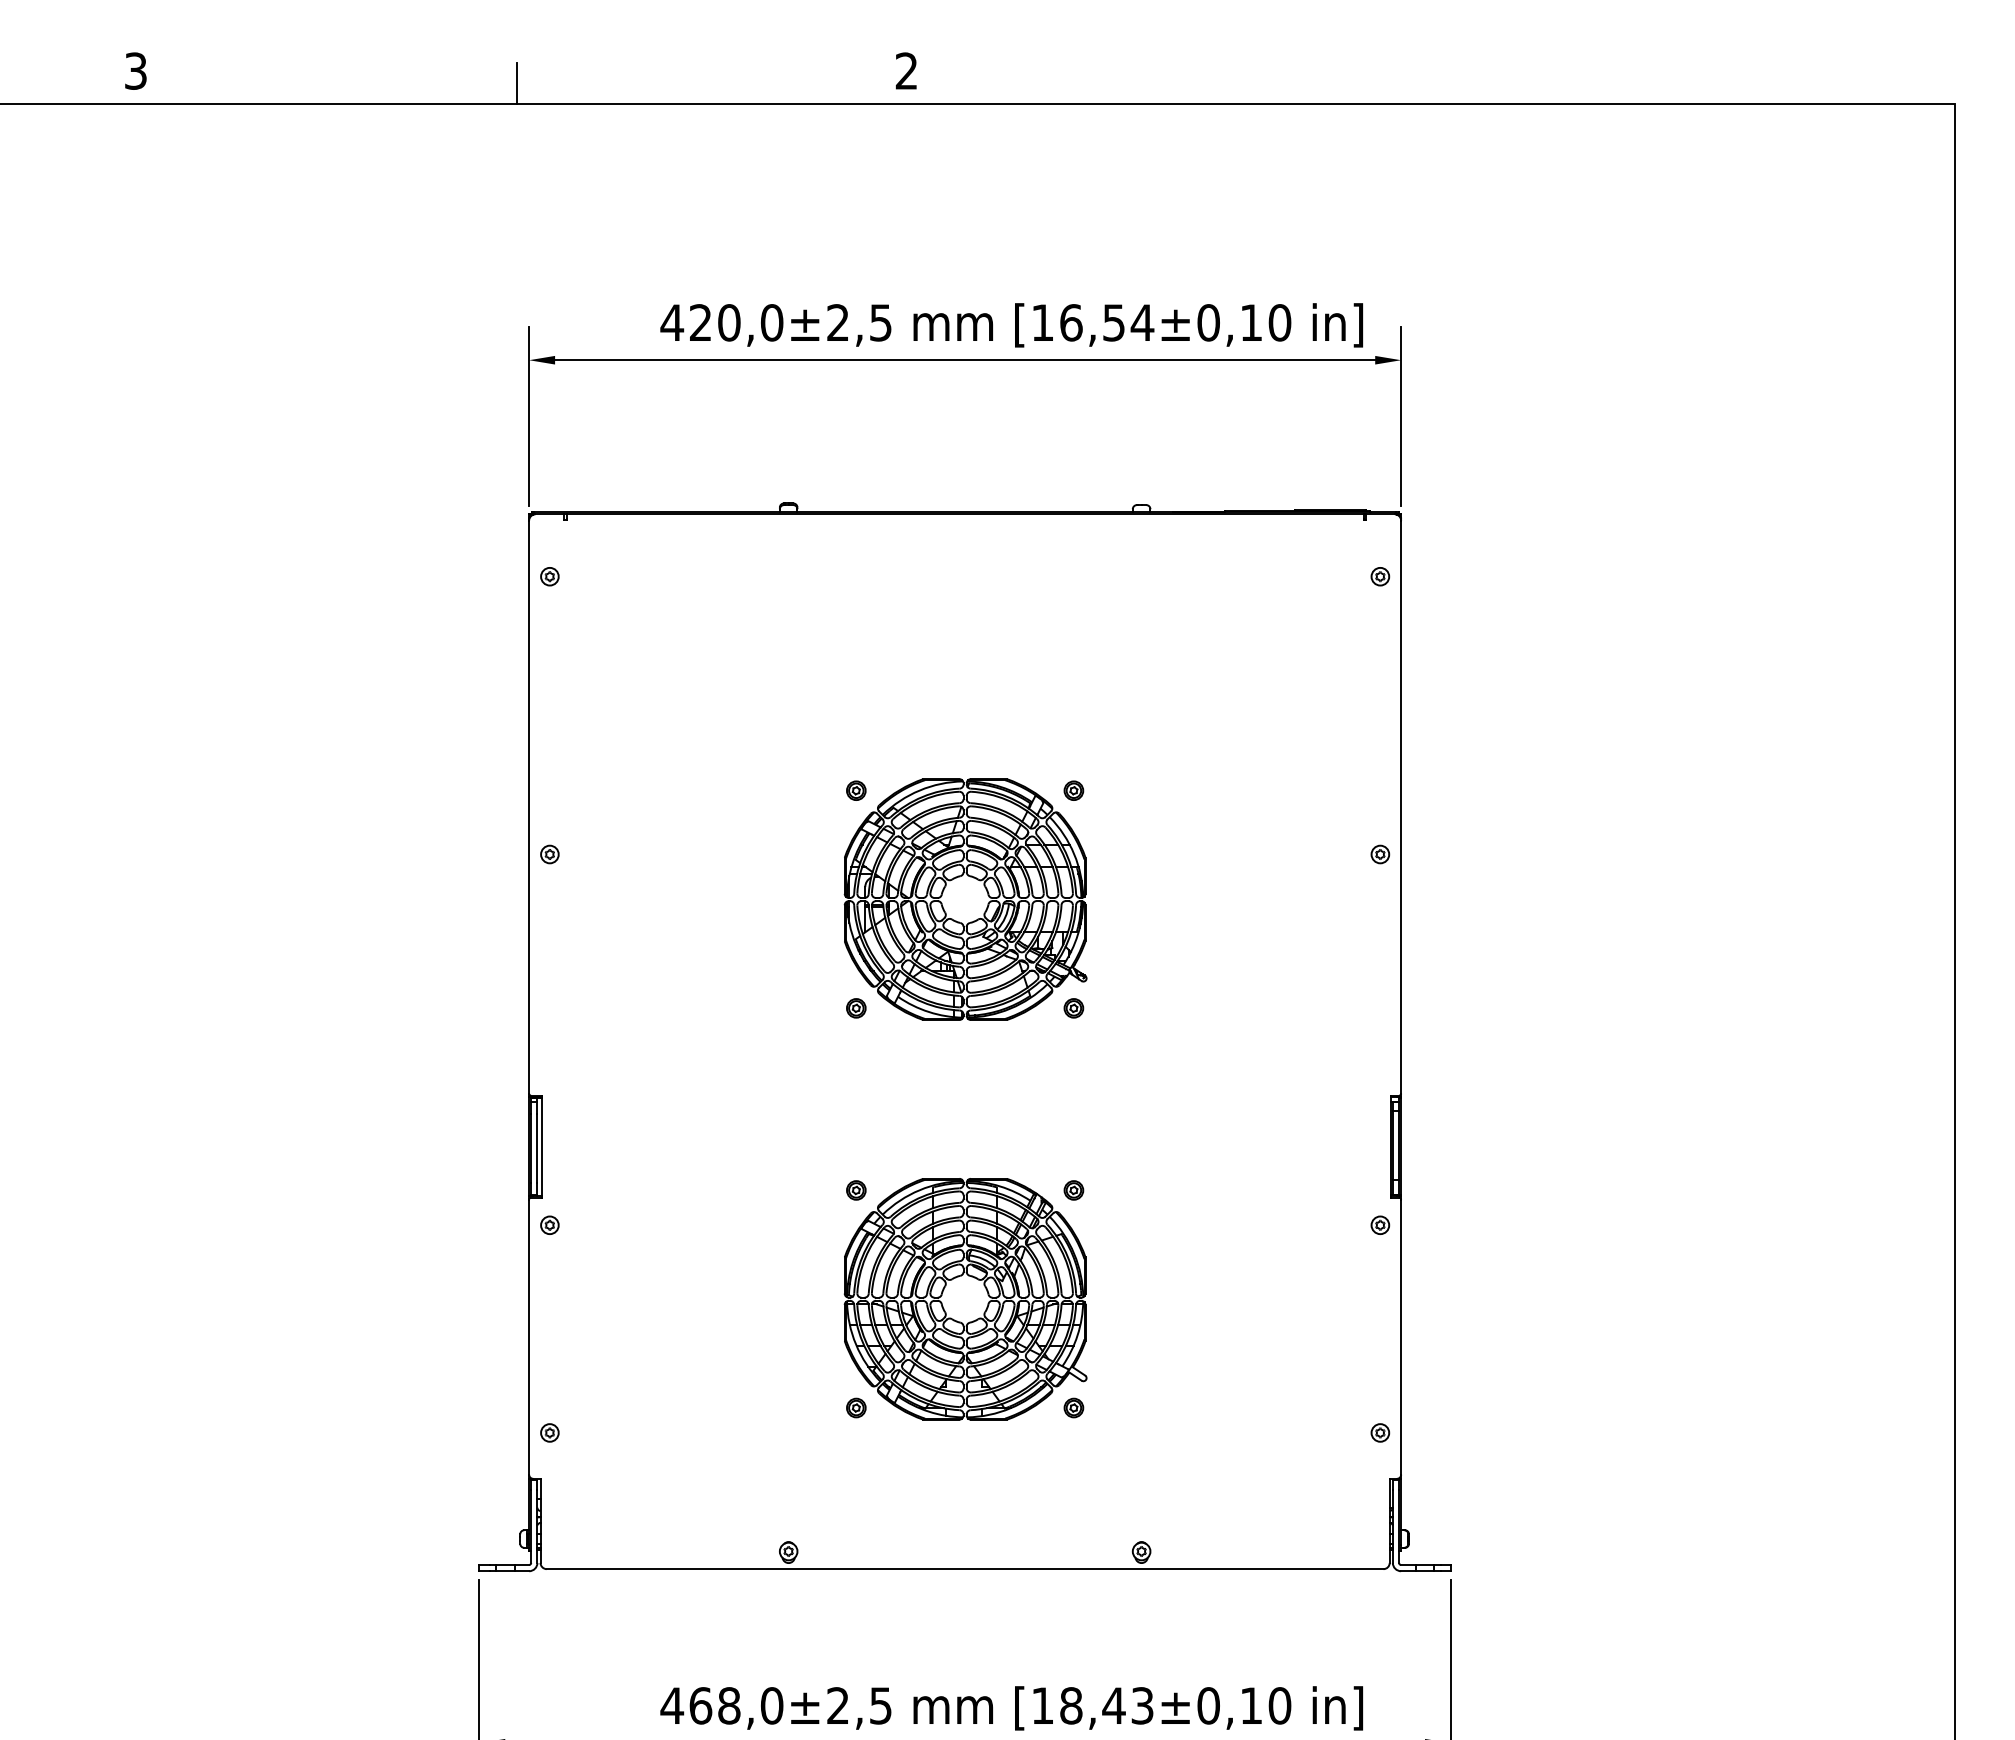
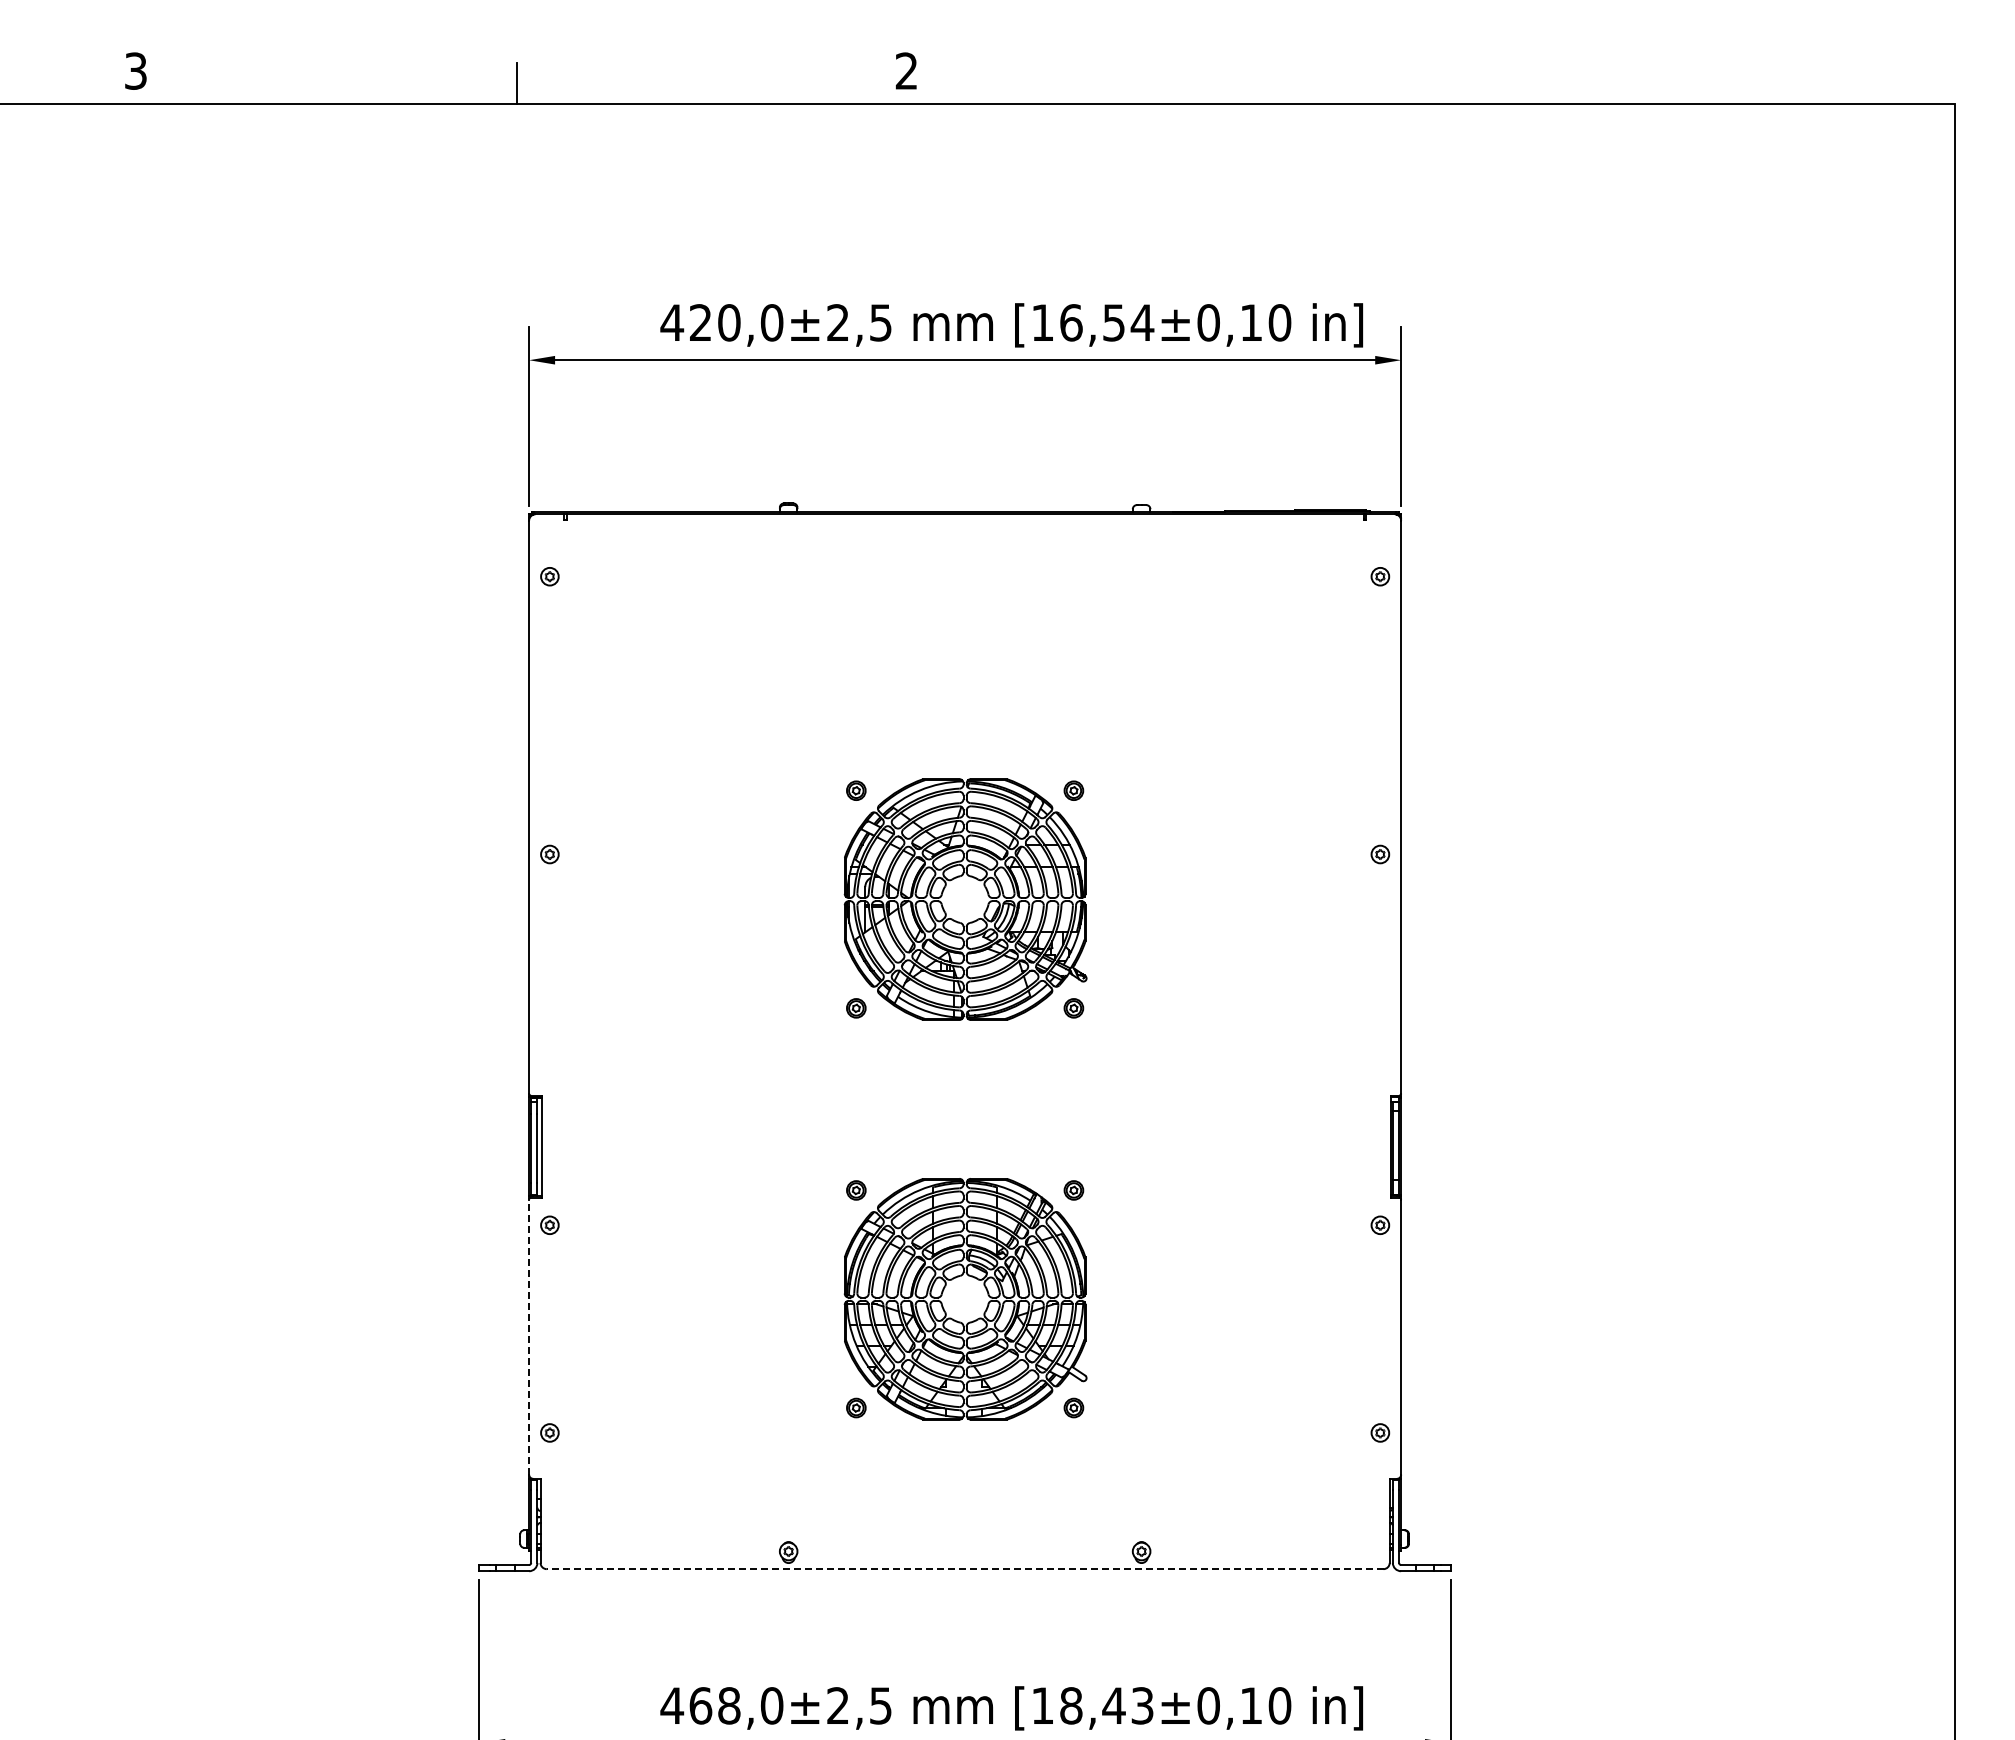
line at (529, 1337): solid -> dashed
line at (964, 1569): solid -> dashed
